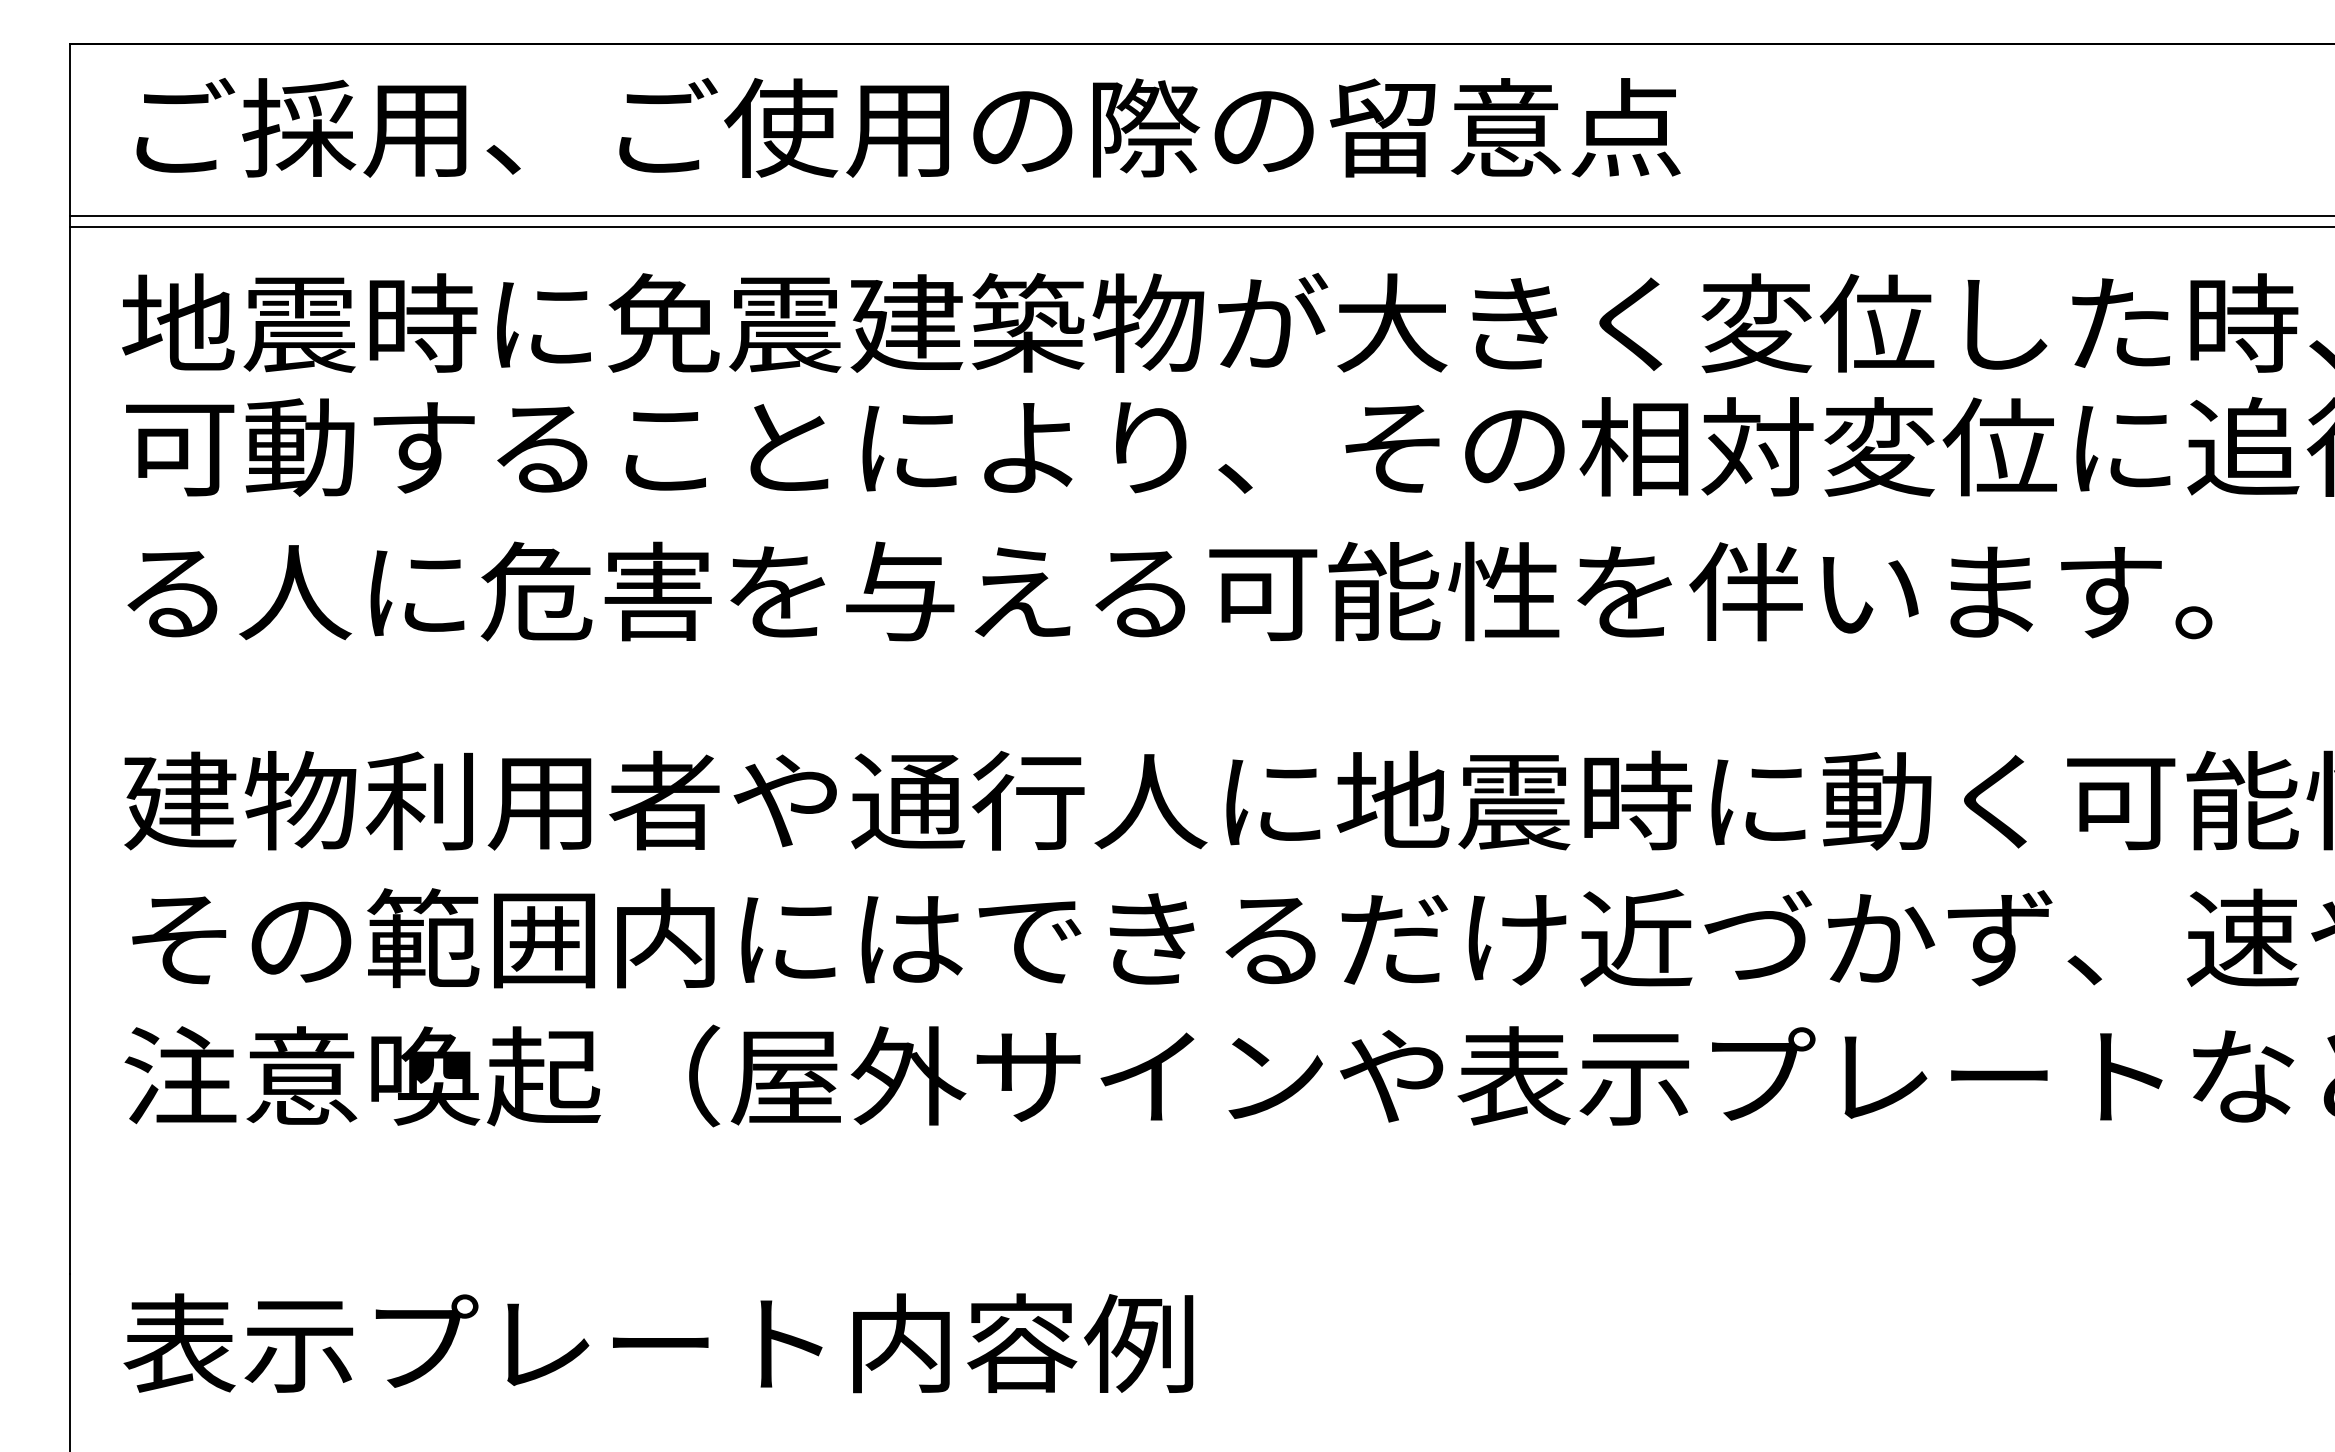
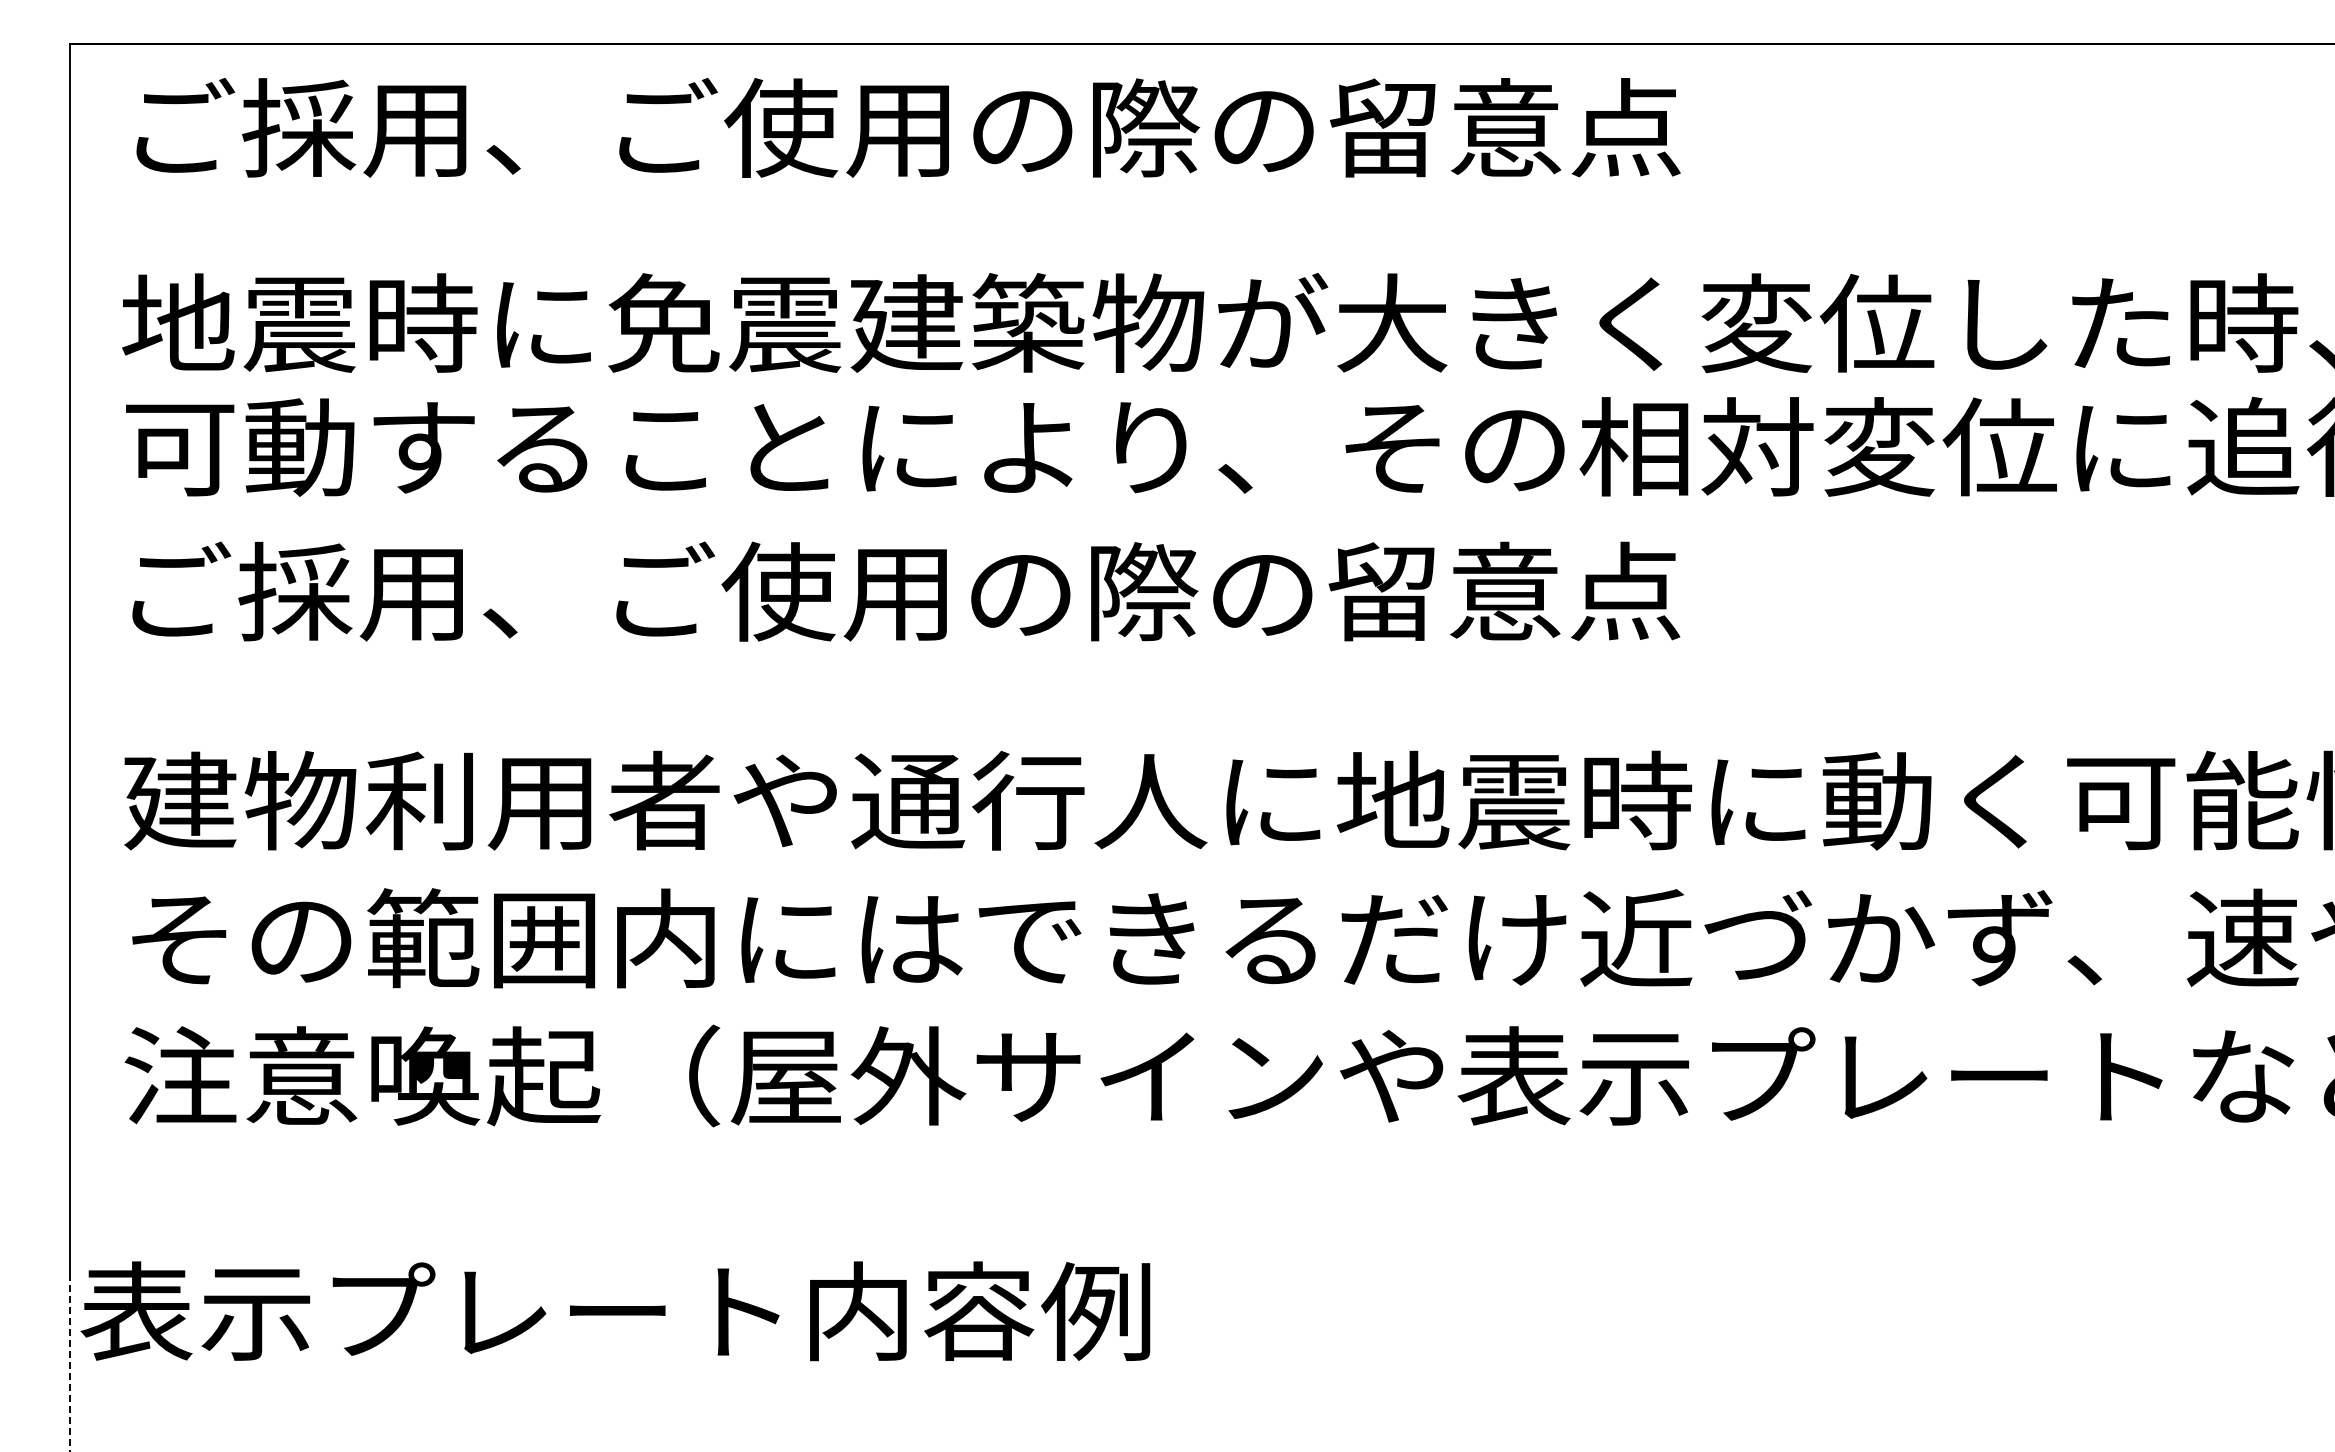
line at (1200, 216): present -> none
line at (1200, 226): present -> none
text at (1169, 591): る人に危害を与える可能性を伴います。 -> ご採用、ご使用の際の留意点
text at (658, 1343) position: (658, 1343) -> (615, 1311)
line at (70, 1362): solid -> dashed
